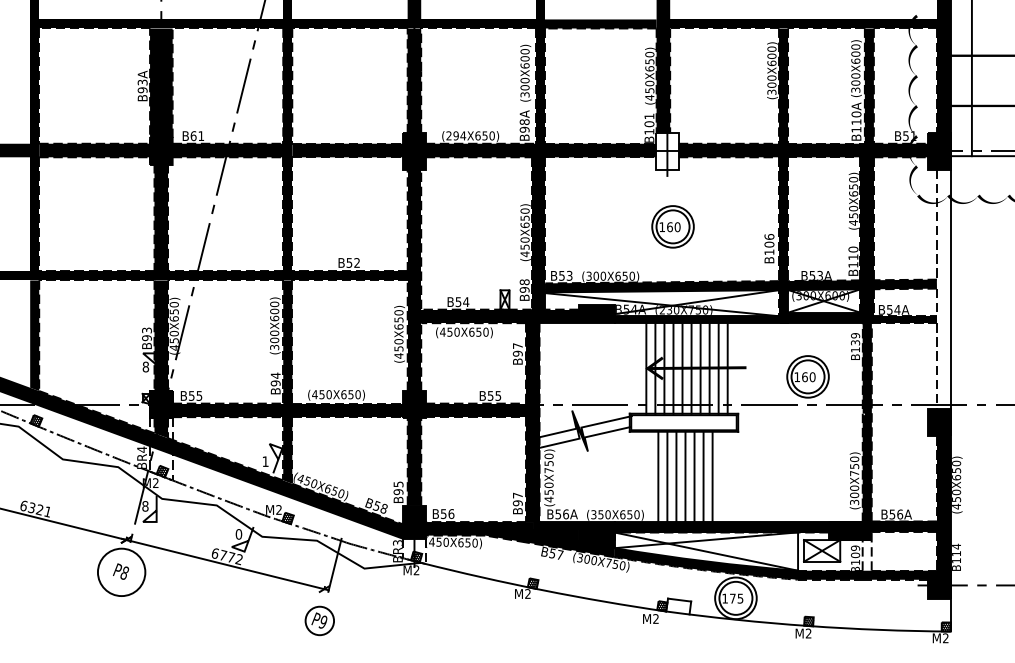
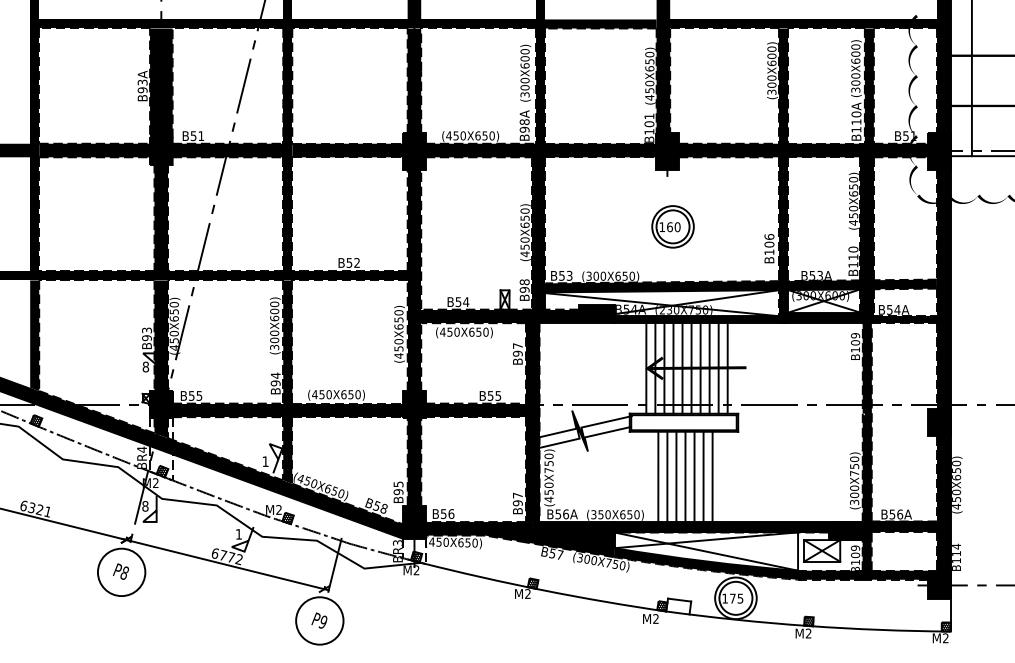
text at (456, 135): (294X650) -> (450X650)
text at (193, 136): B61 -> B51
fill at (667, 151): none -> present
fill at (943, 289): none -> present
text at (855, 342): B139 -> B109
part at (807, 376): present -> none
text at (238, 534): 0 -> 1
fill at (866, 555): none -> present
circle at (319, 620) diameter: 28 px -> 47 px
